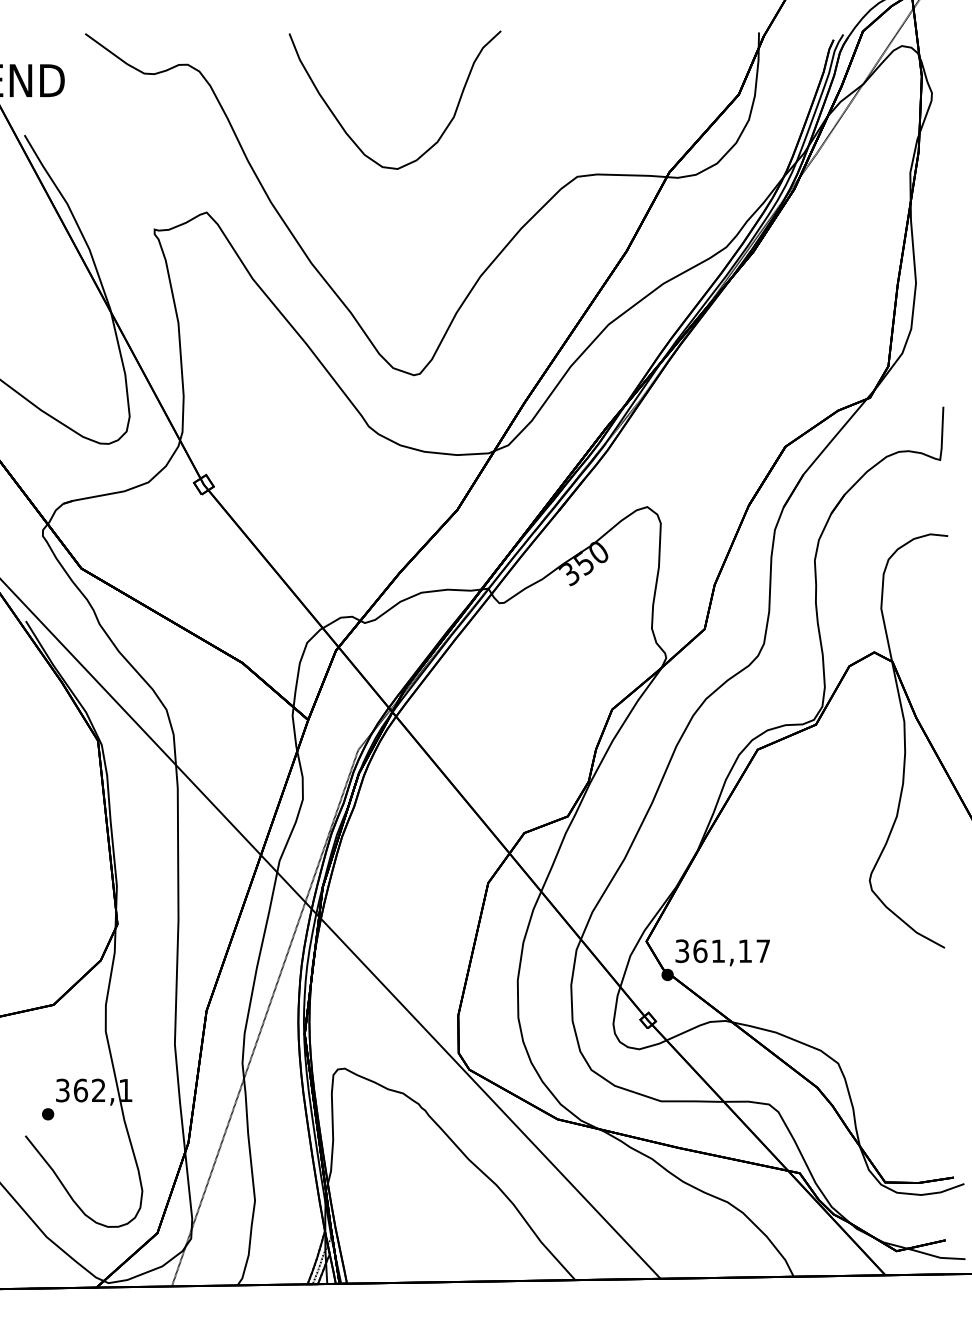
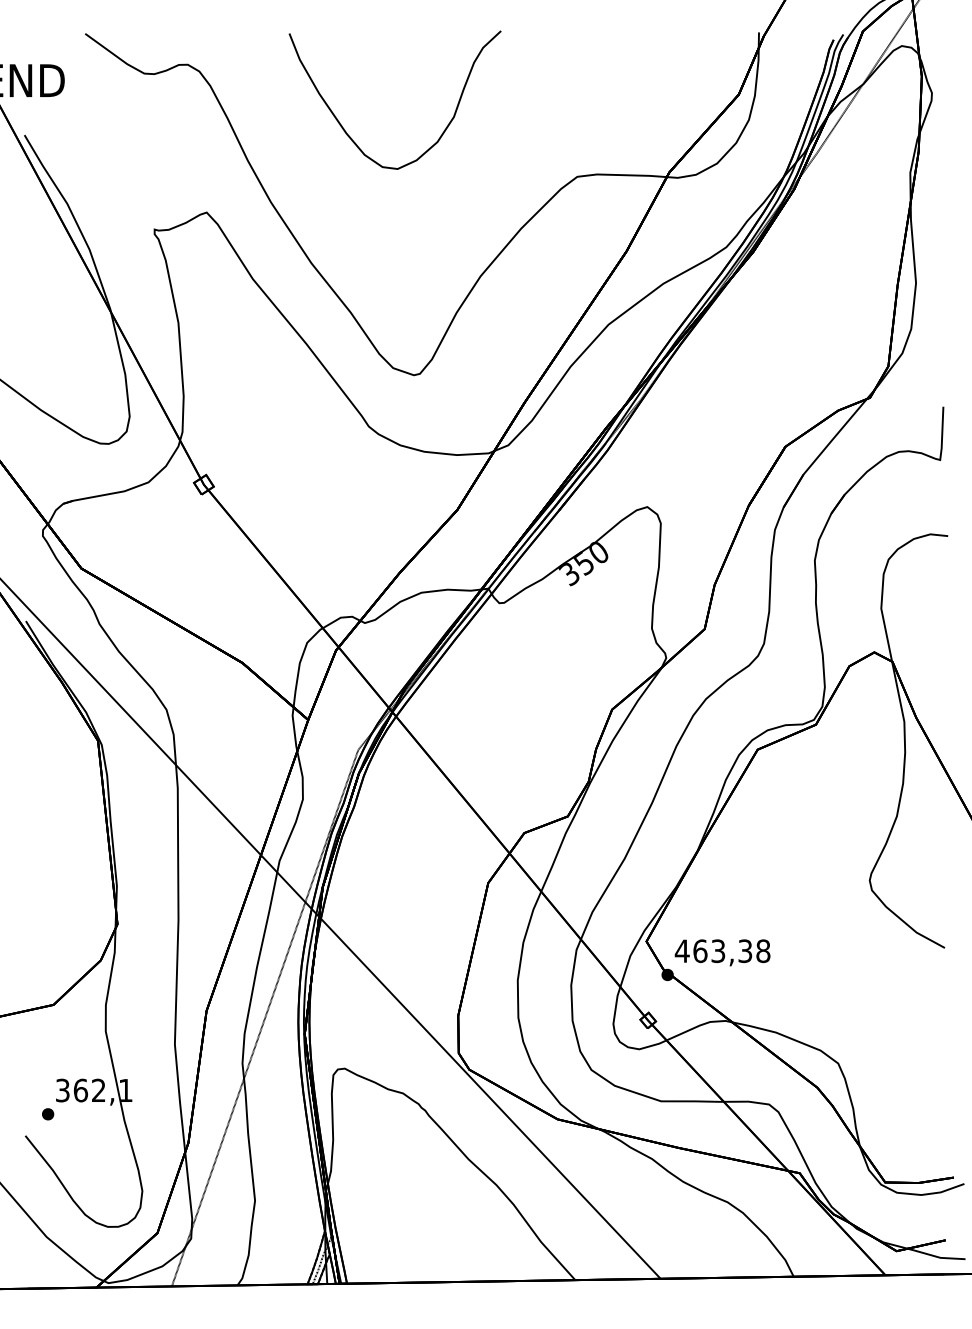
text at (722, 951): 361,17 -> 463,38
